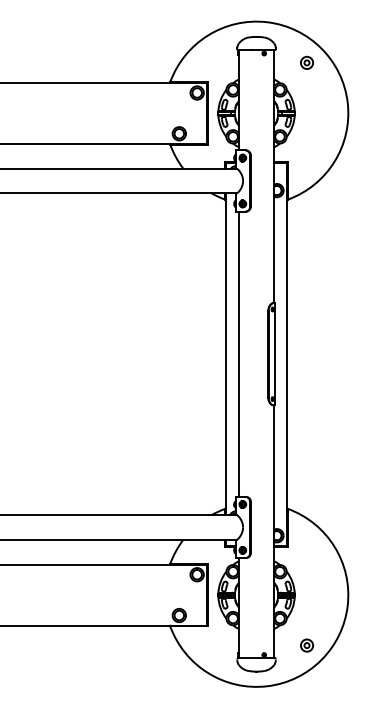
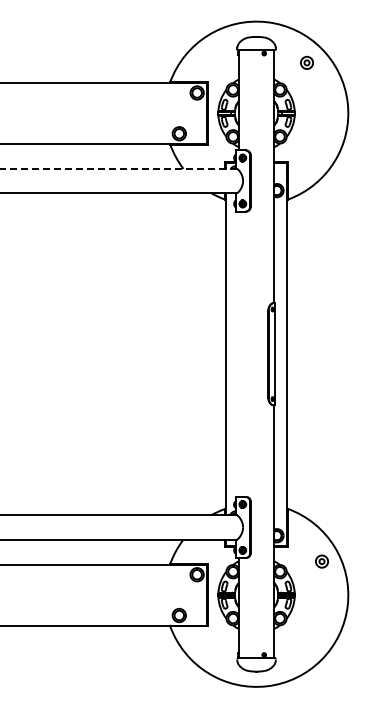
line at (117, 168): solid -> dashed
line at (238, 353): present -> none
part at (306, 645) position: (306, 645) -> (321, 561)
